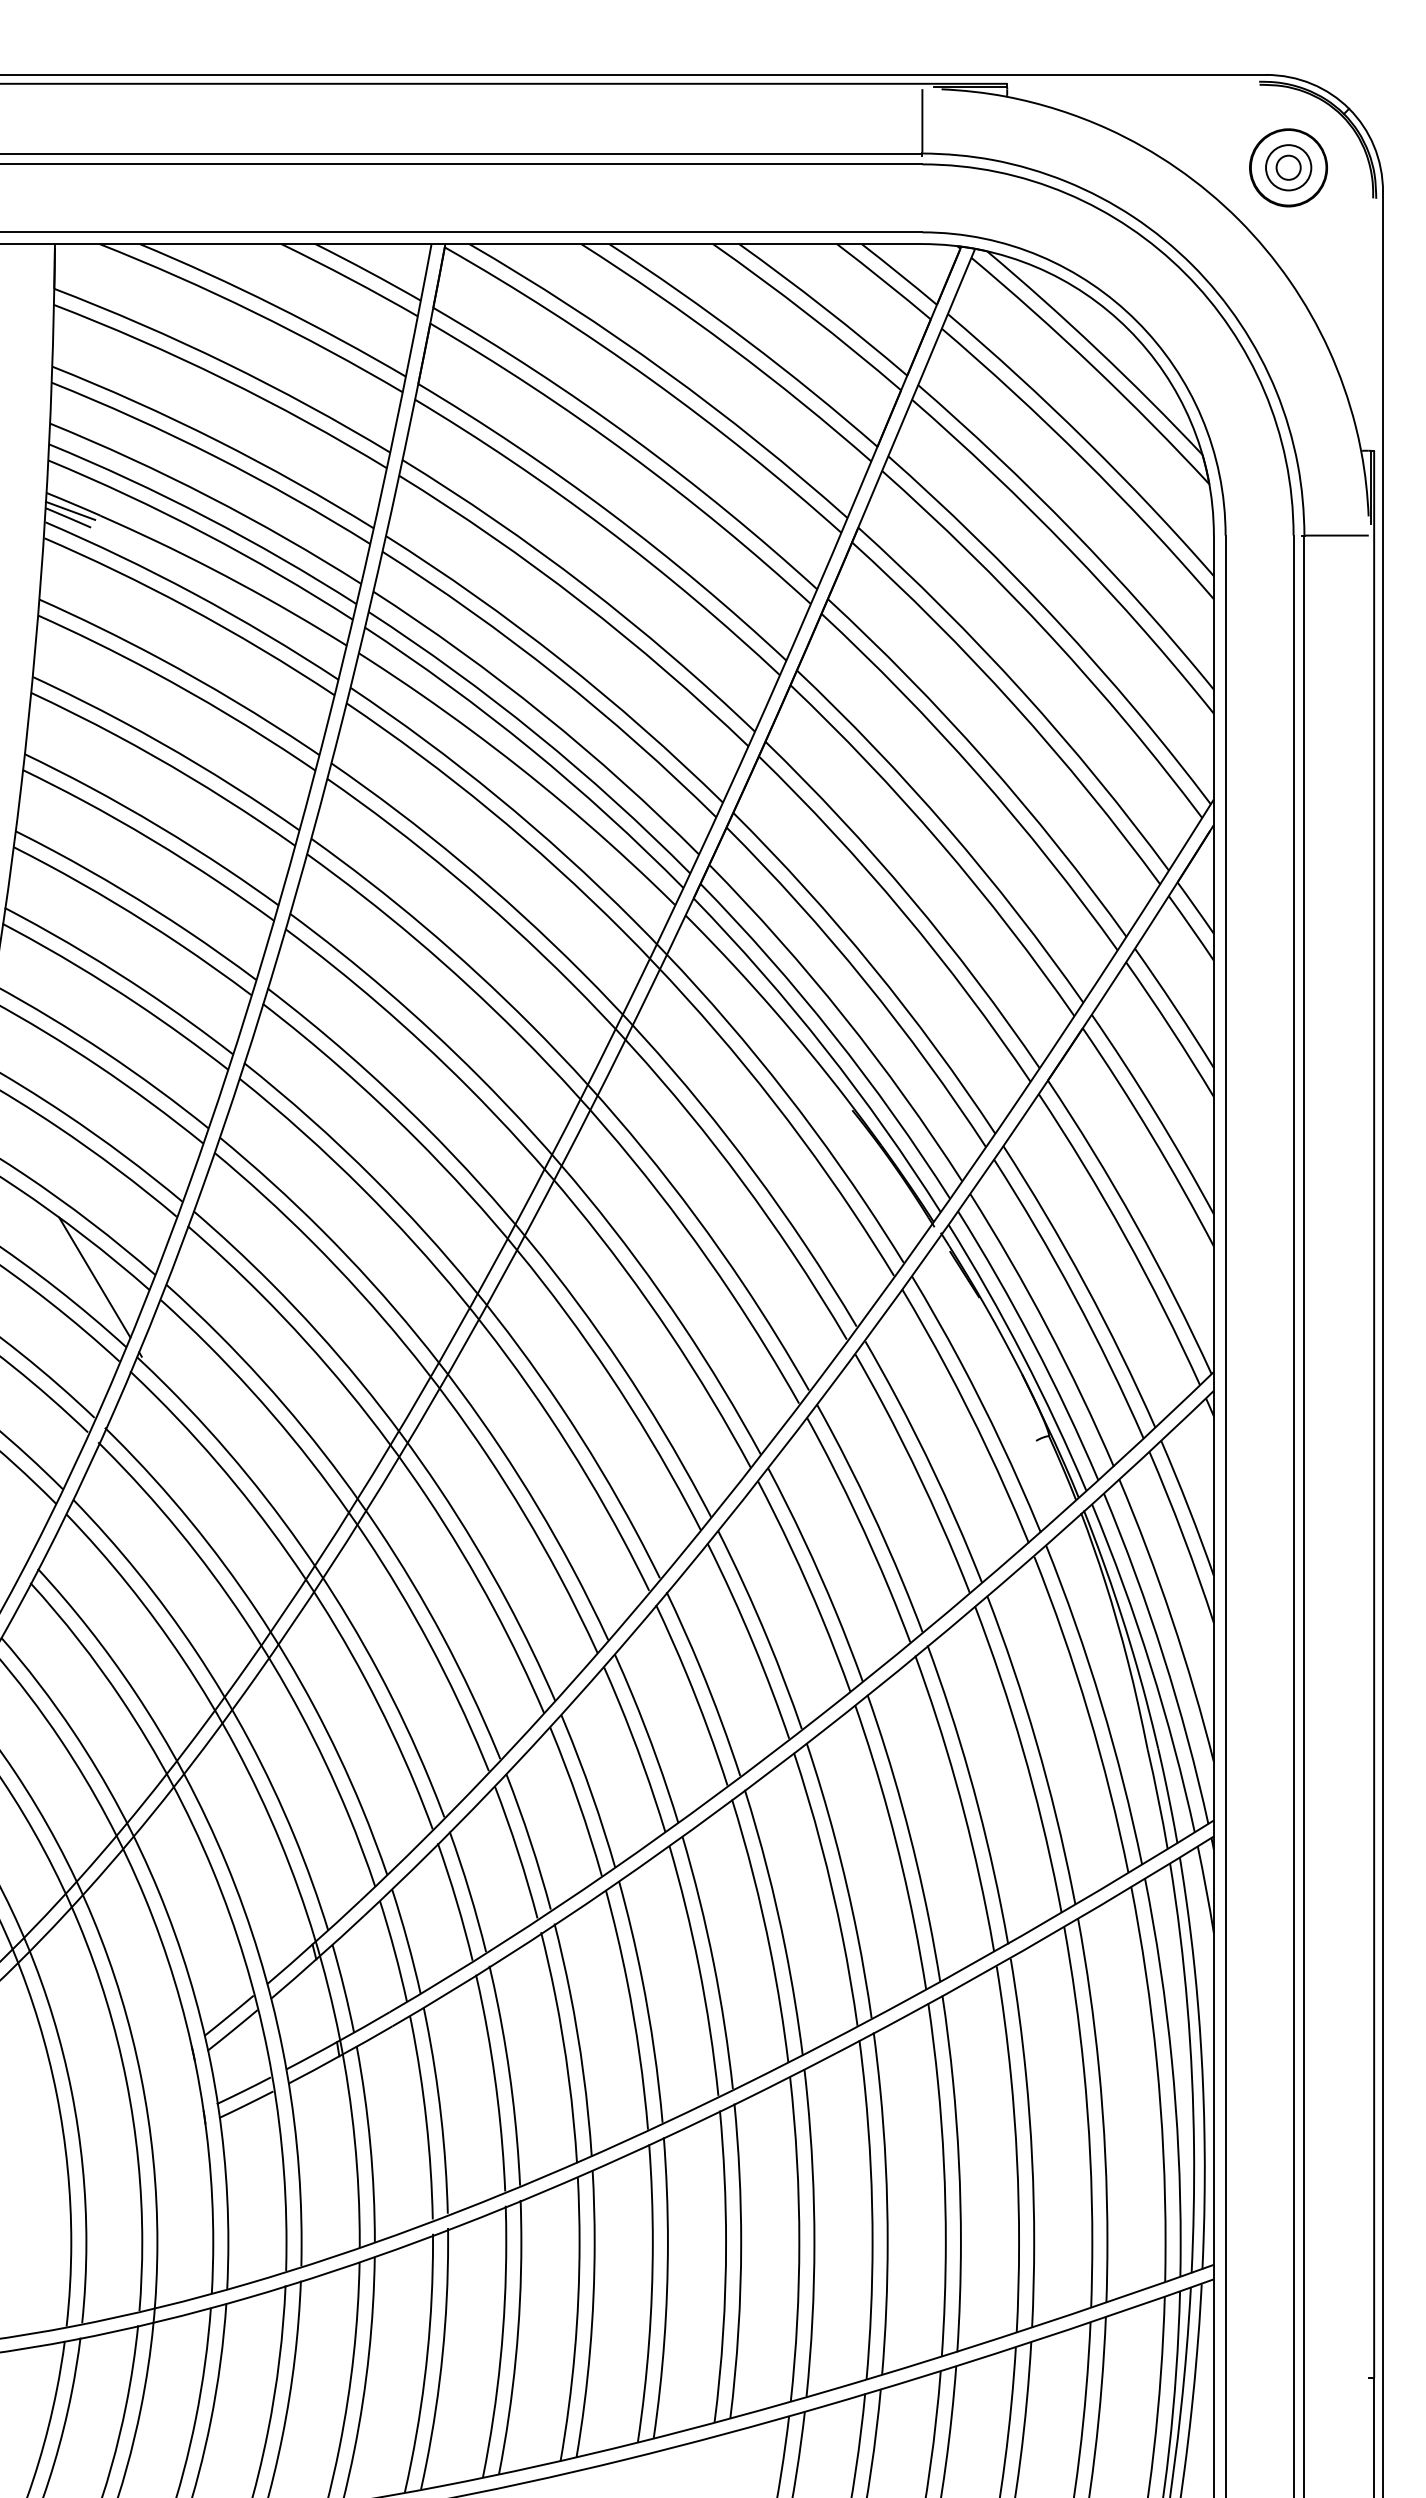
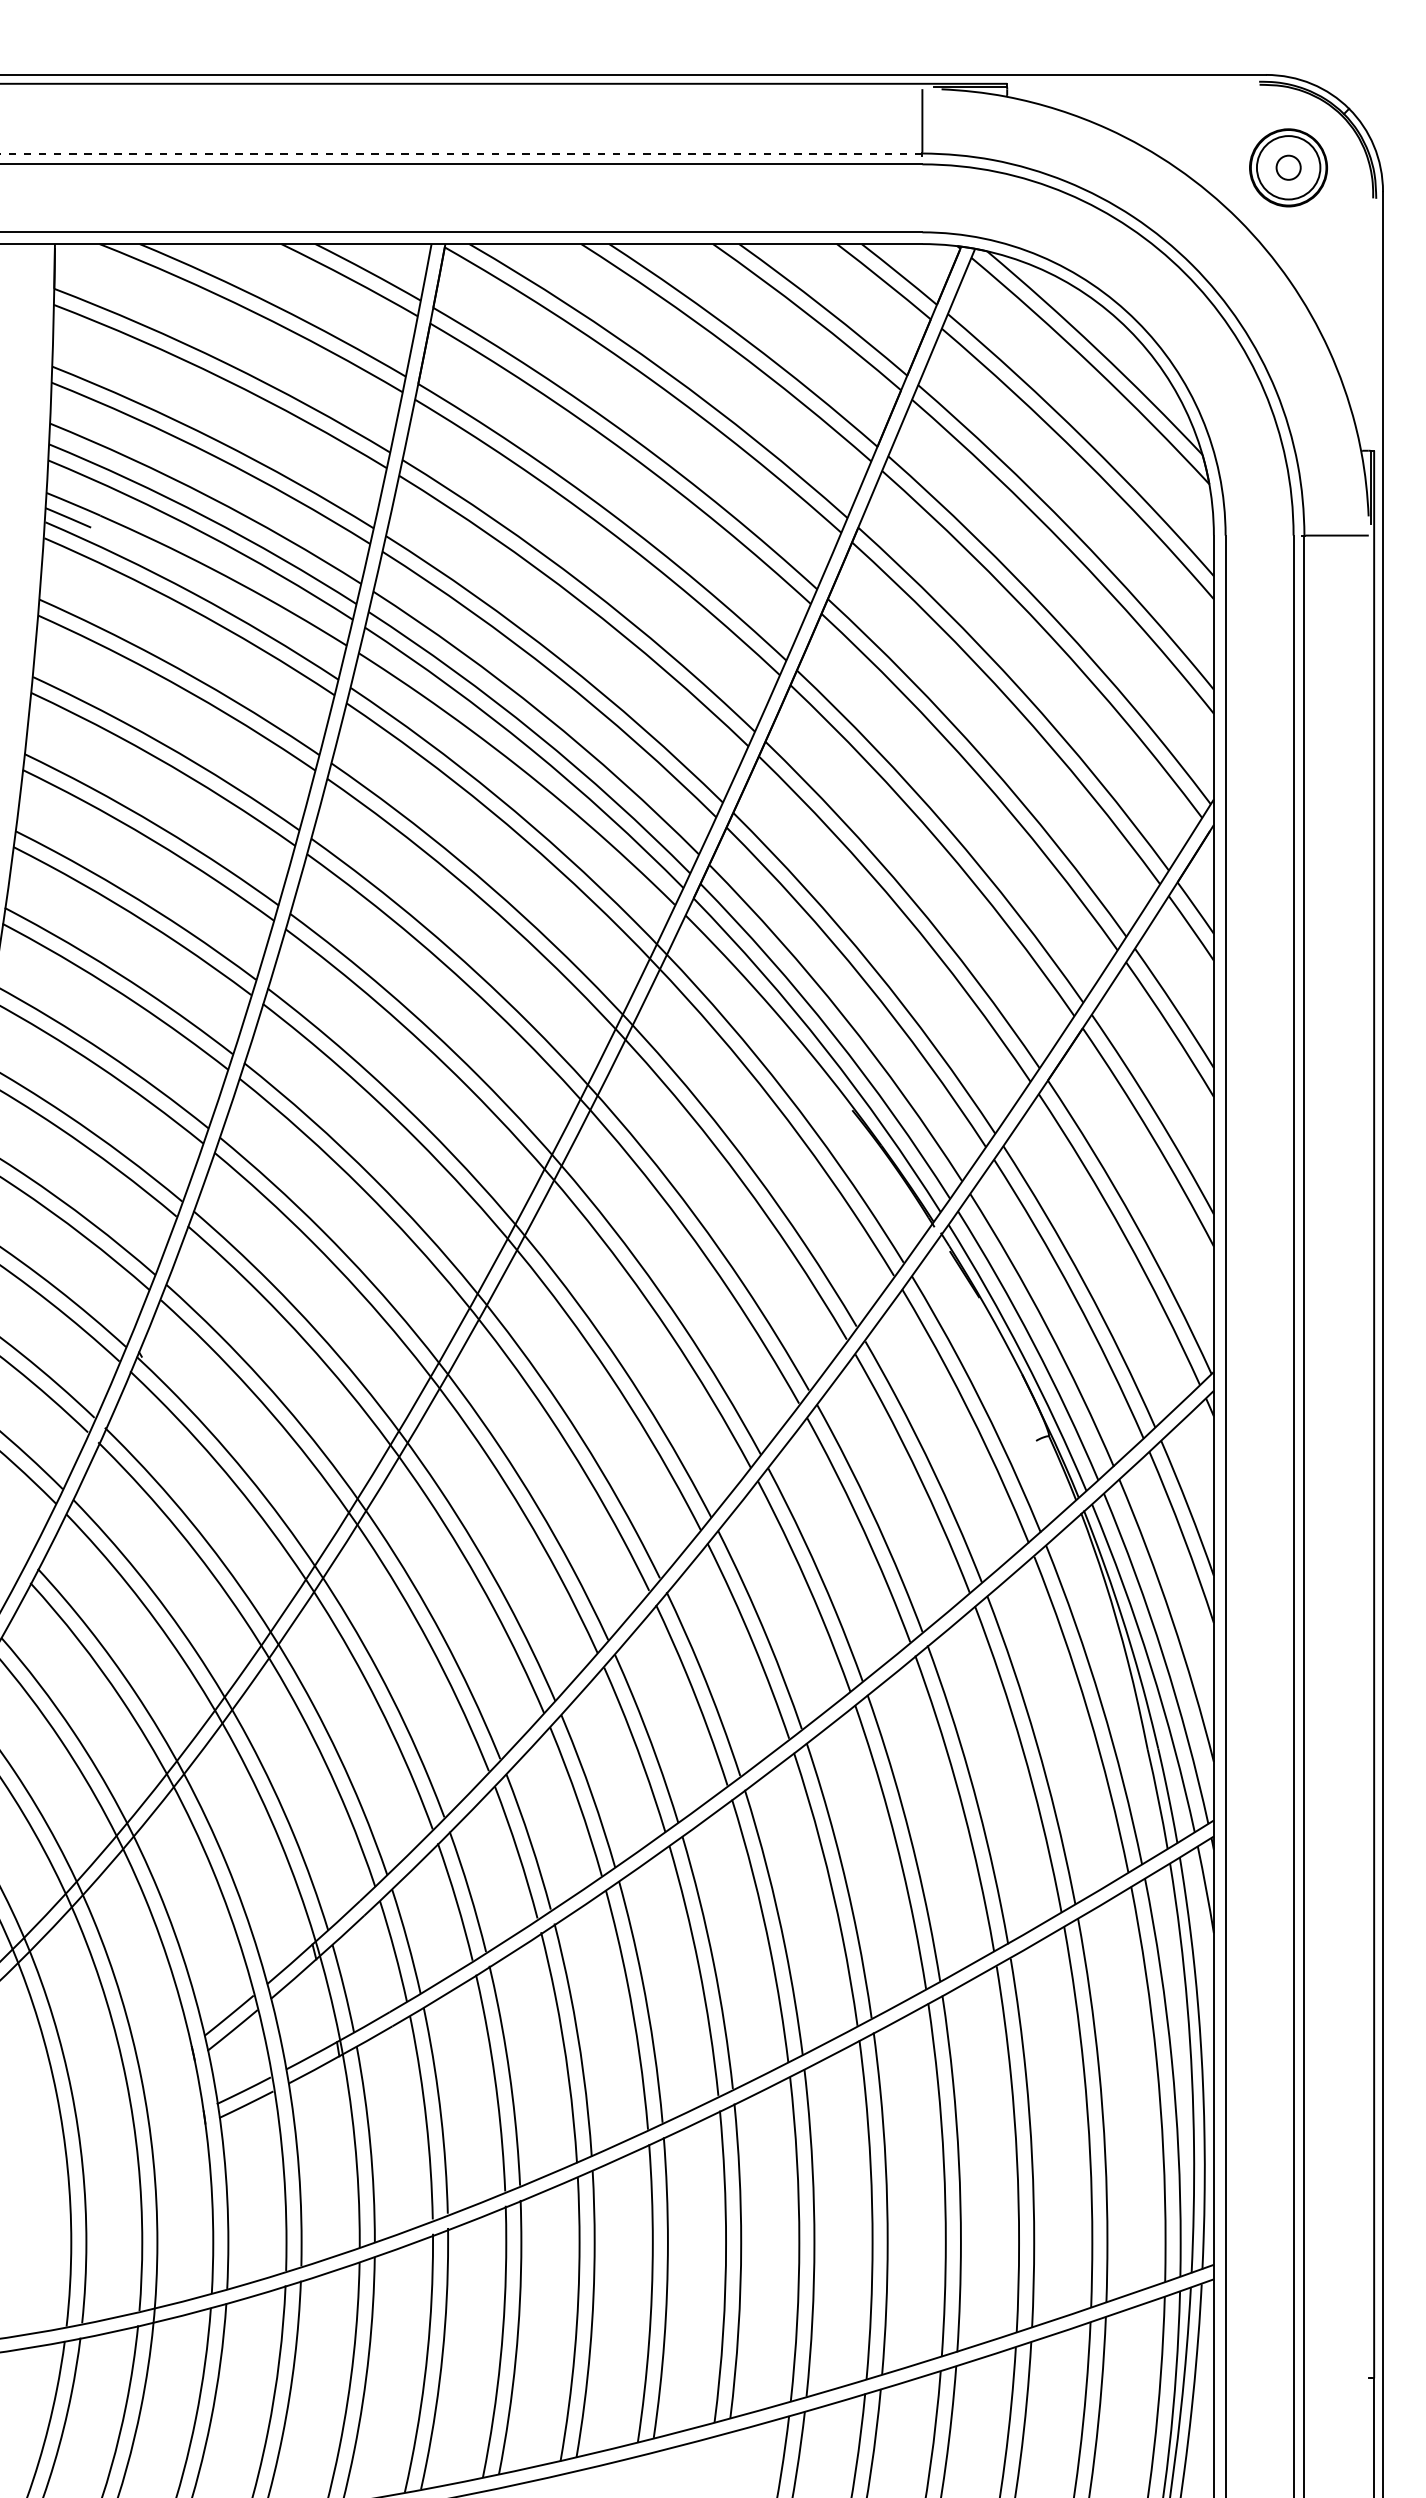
line at (461, 153): solid -> dashed
circle at (1288, 167) diameter: 45 px -> 63 px
line at (70, 510): present -> none
line at (94, 1277): present -> none
